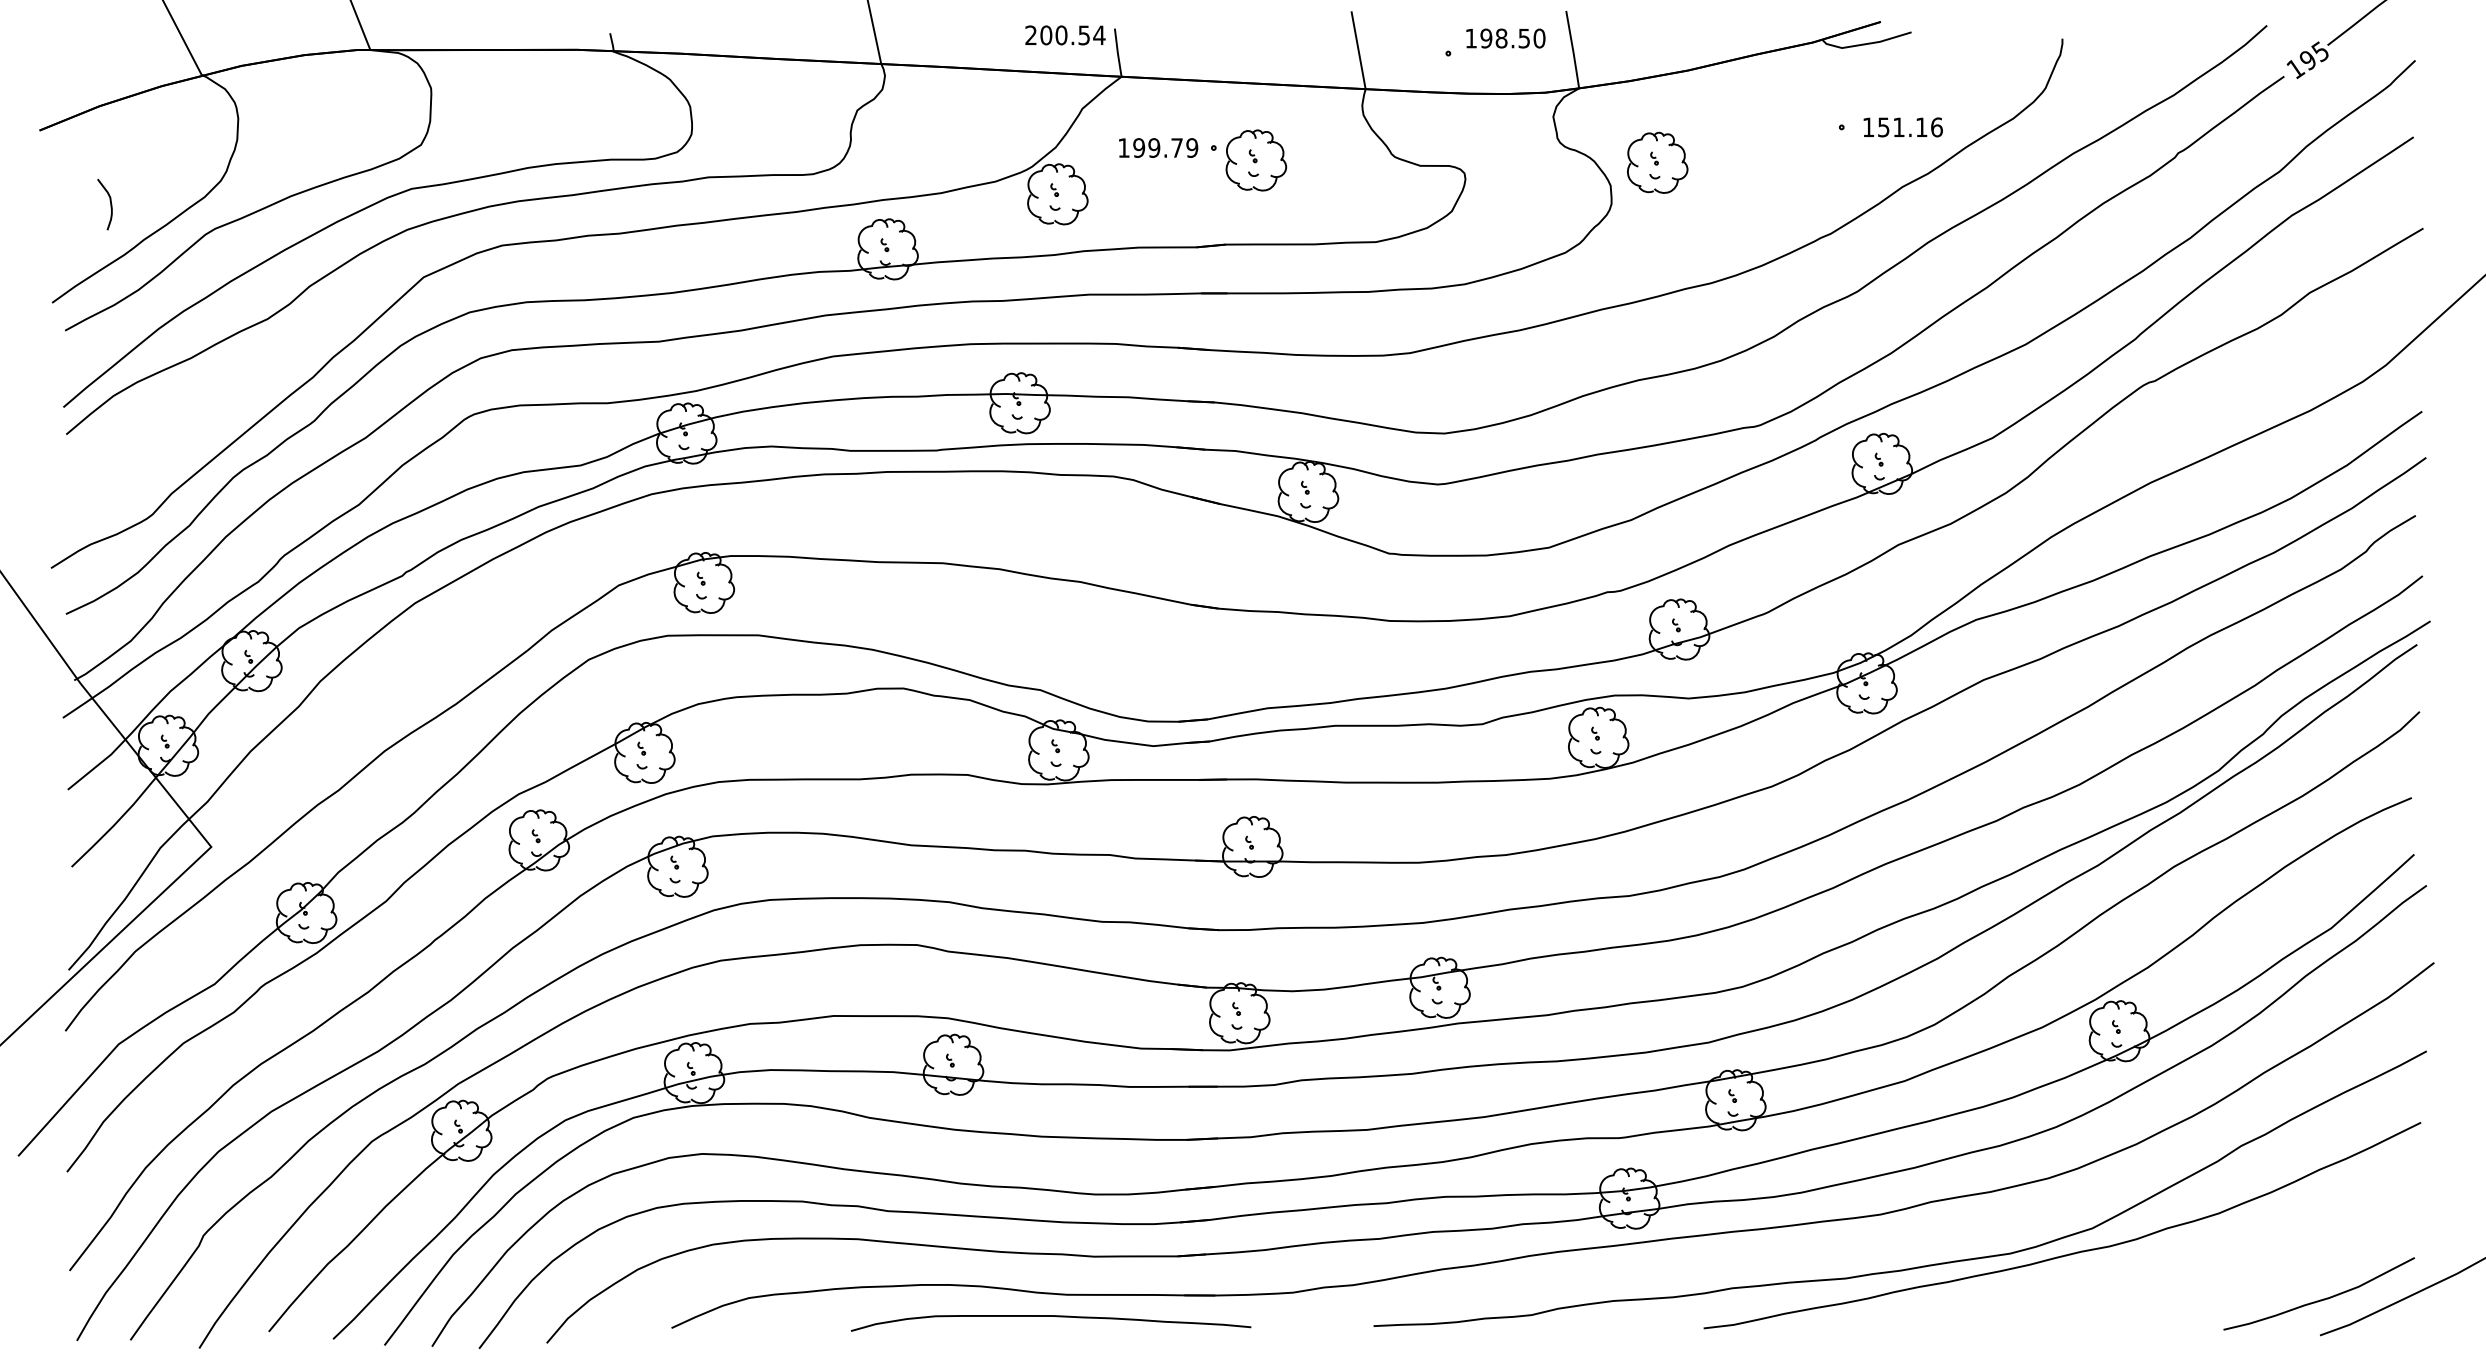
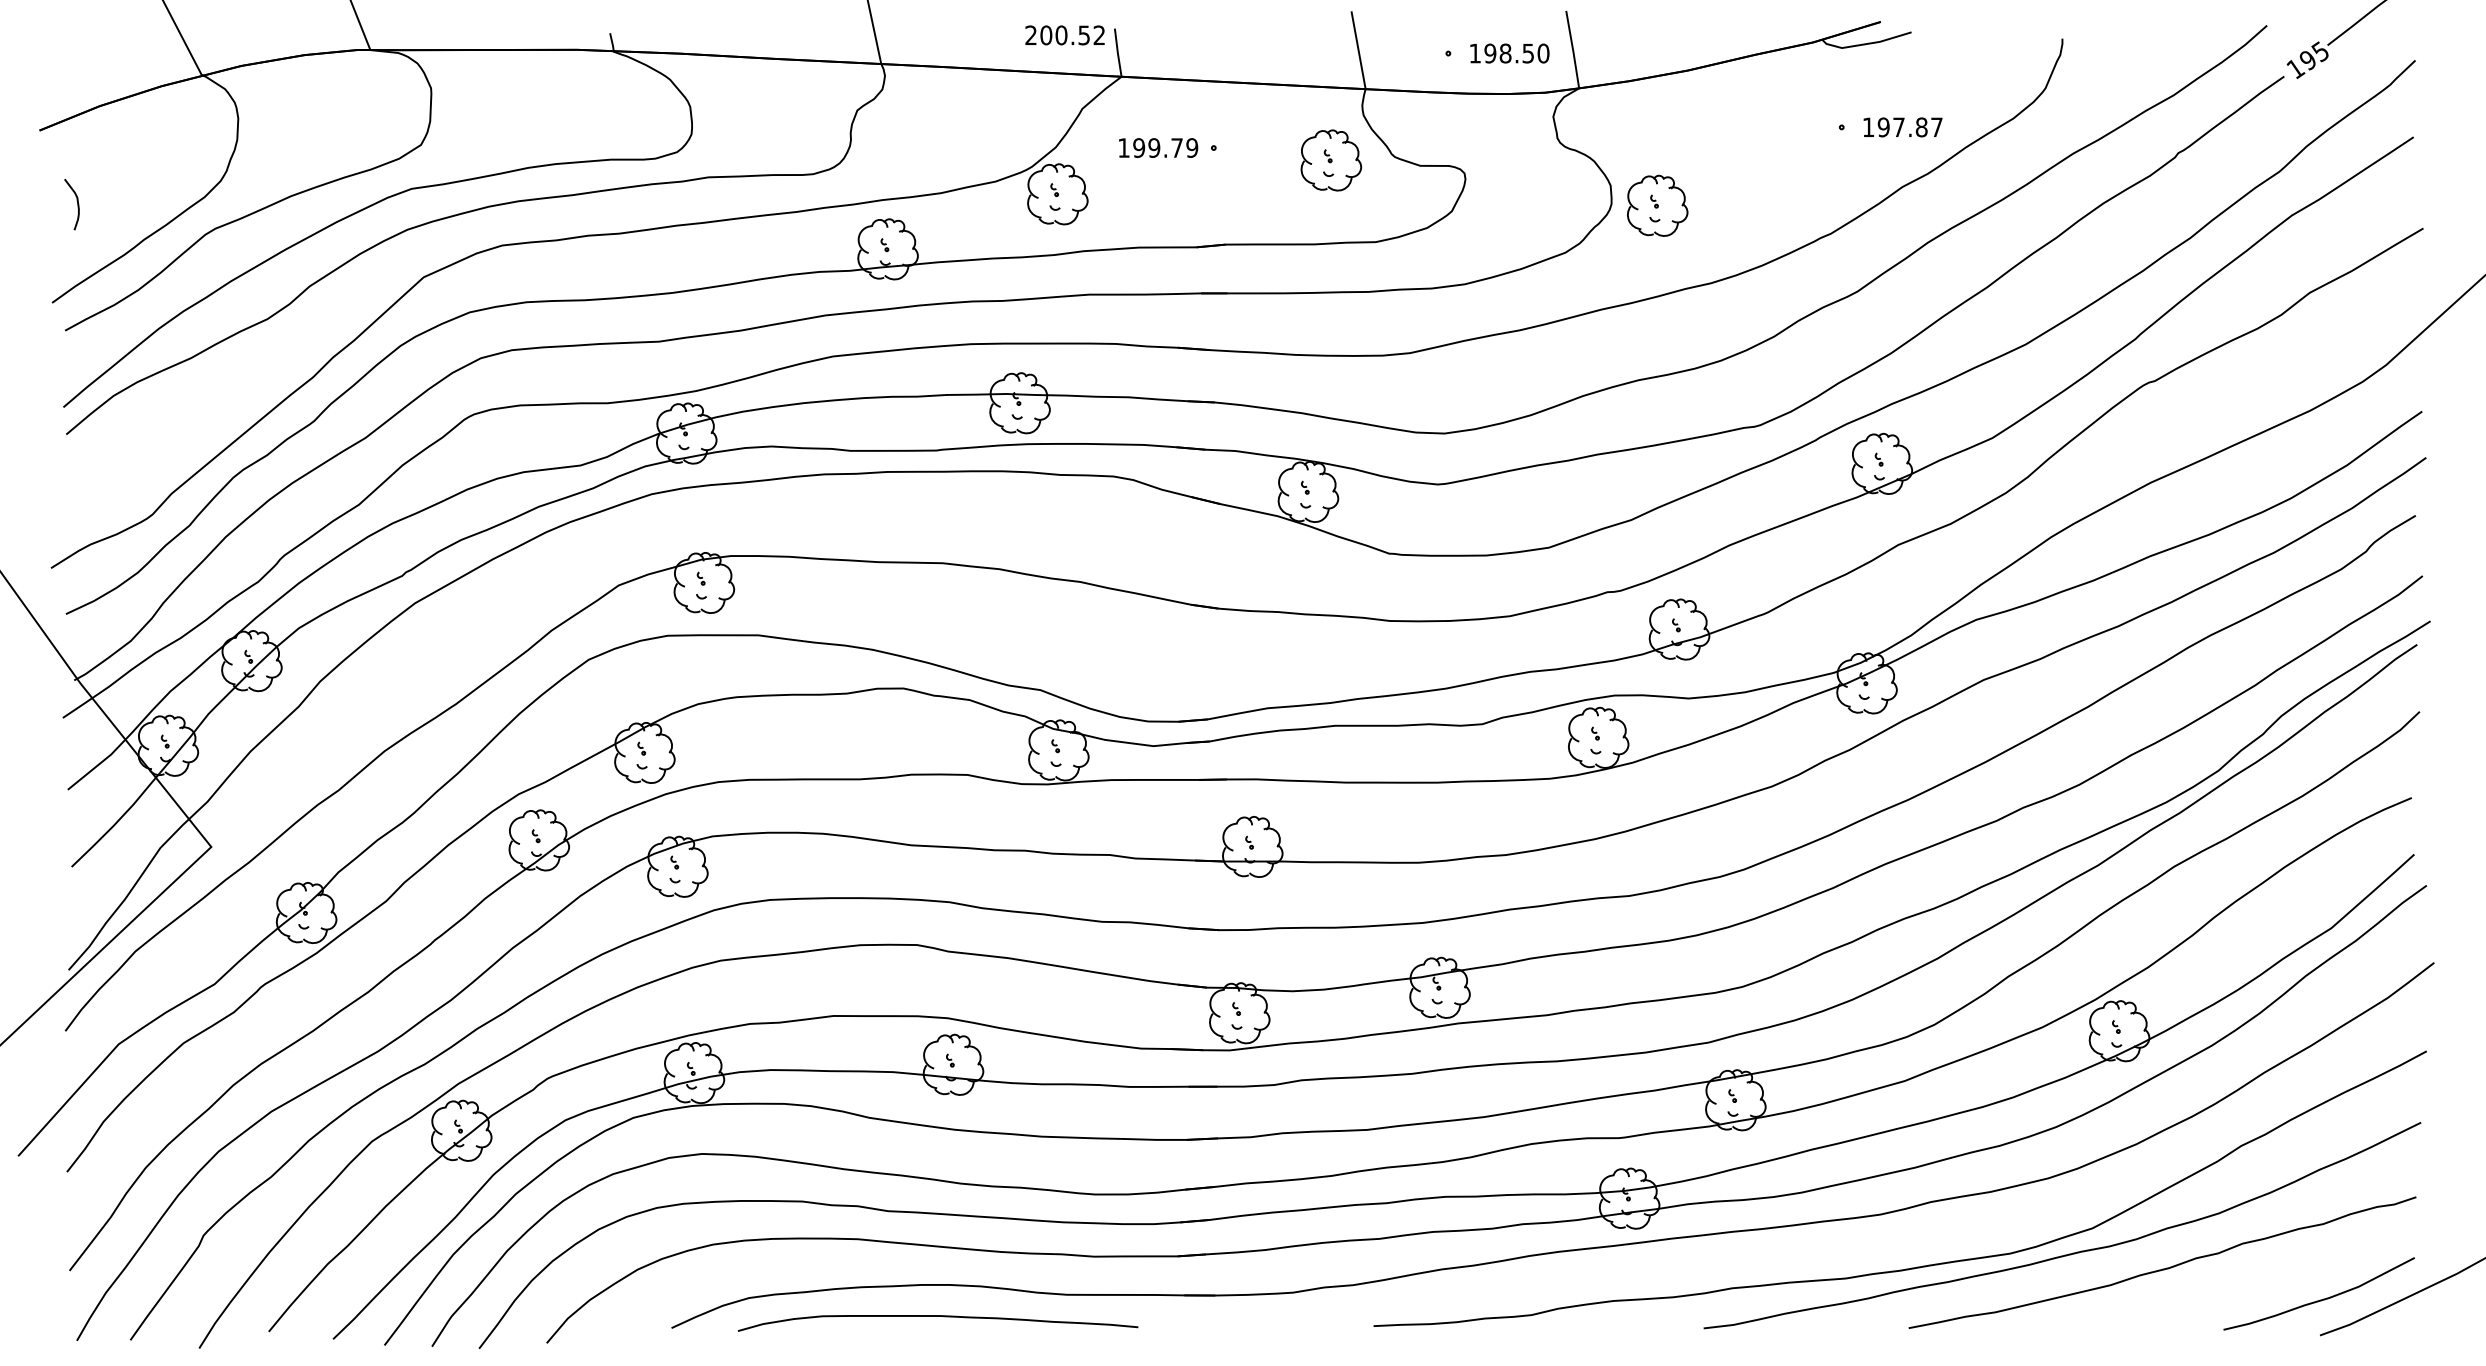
text at (1099, 34): 200.54 -> 200.52
text at (1505, 38) position: (1505, 38) -> (1509, 53)
text at (1909, 127): 151.16 -> 197.87
part at (1256, 160) position: (1256, 160) -> (1331, 160)
part at (1657, 162) position: (1657, 162) -> (1657, 205)
curve at (110, 204) position: (110, 204) -> (77, 204)
curve at (2162, 1268): none -> present
curve at (1050, 1316) position: (1050, 1316) -> (937, 1316)
